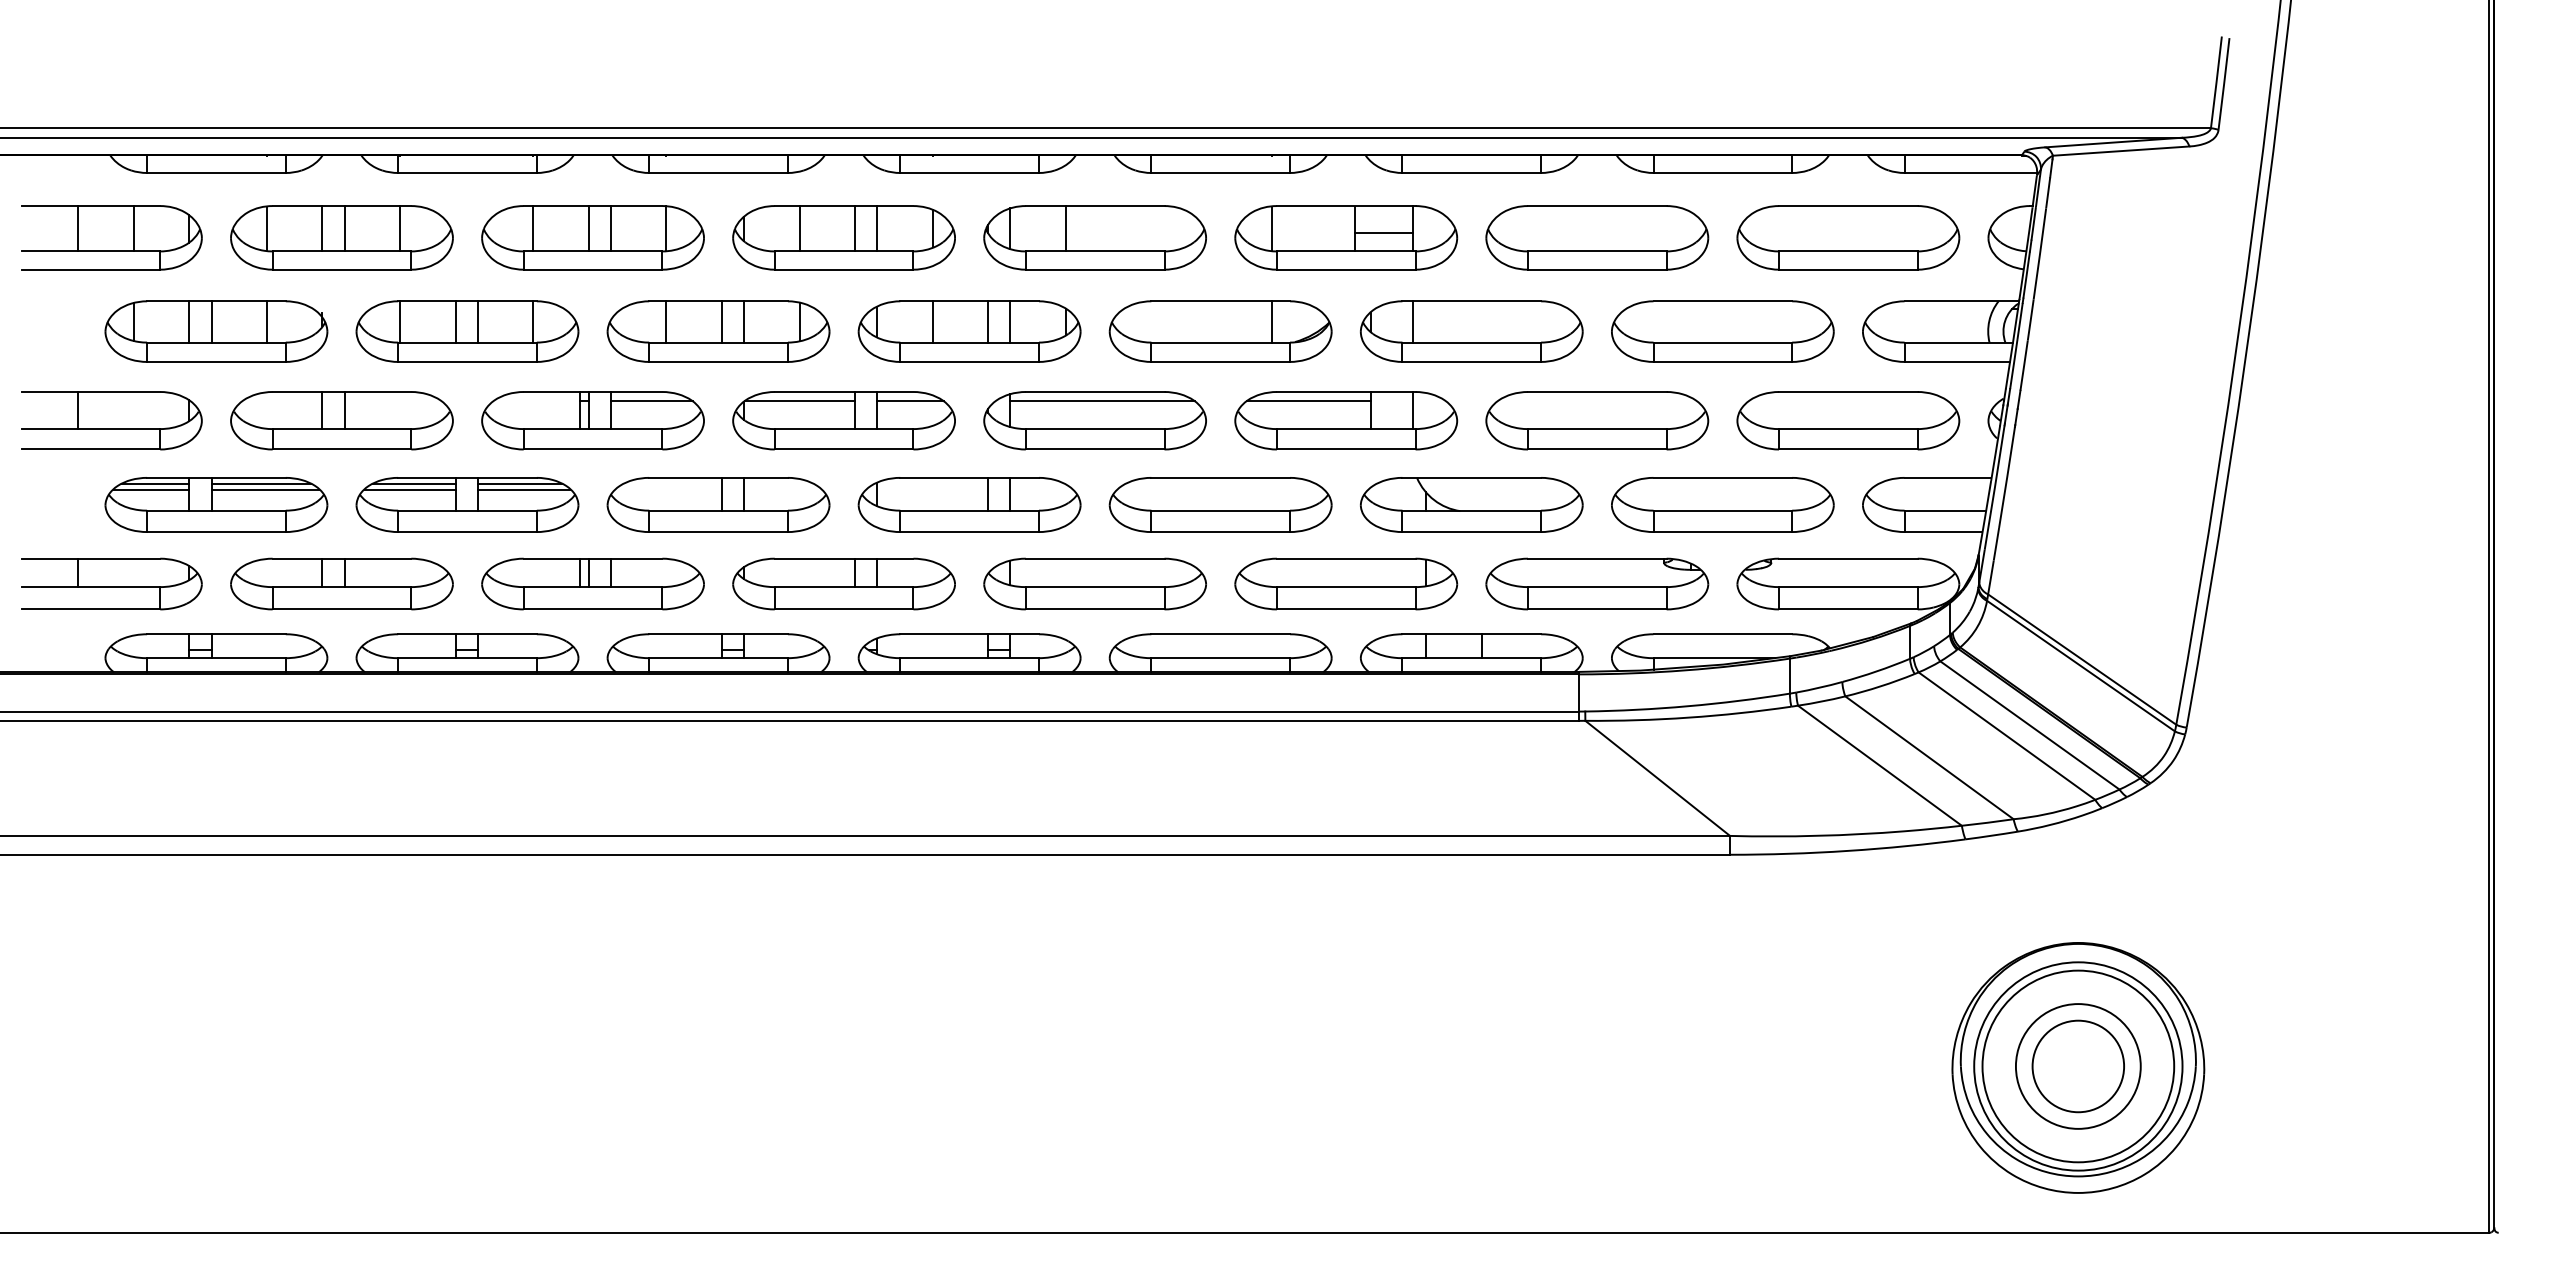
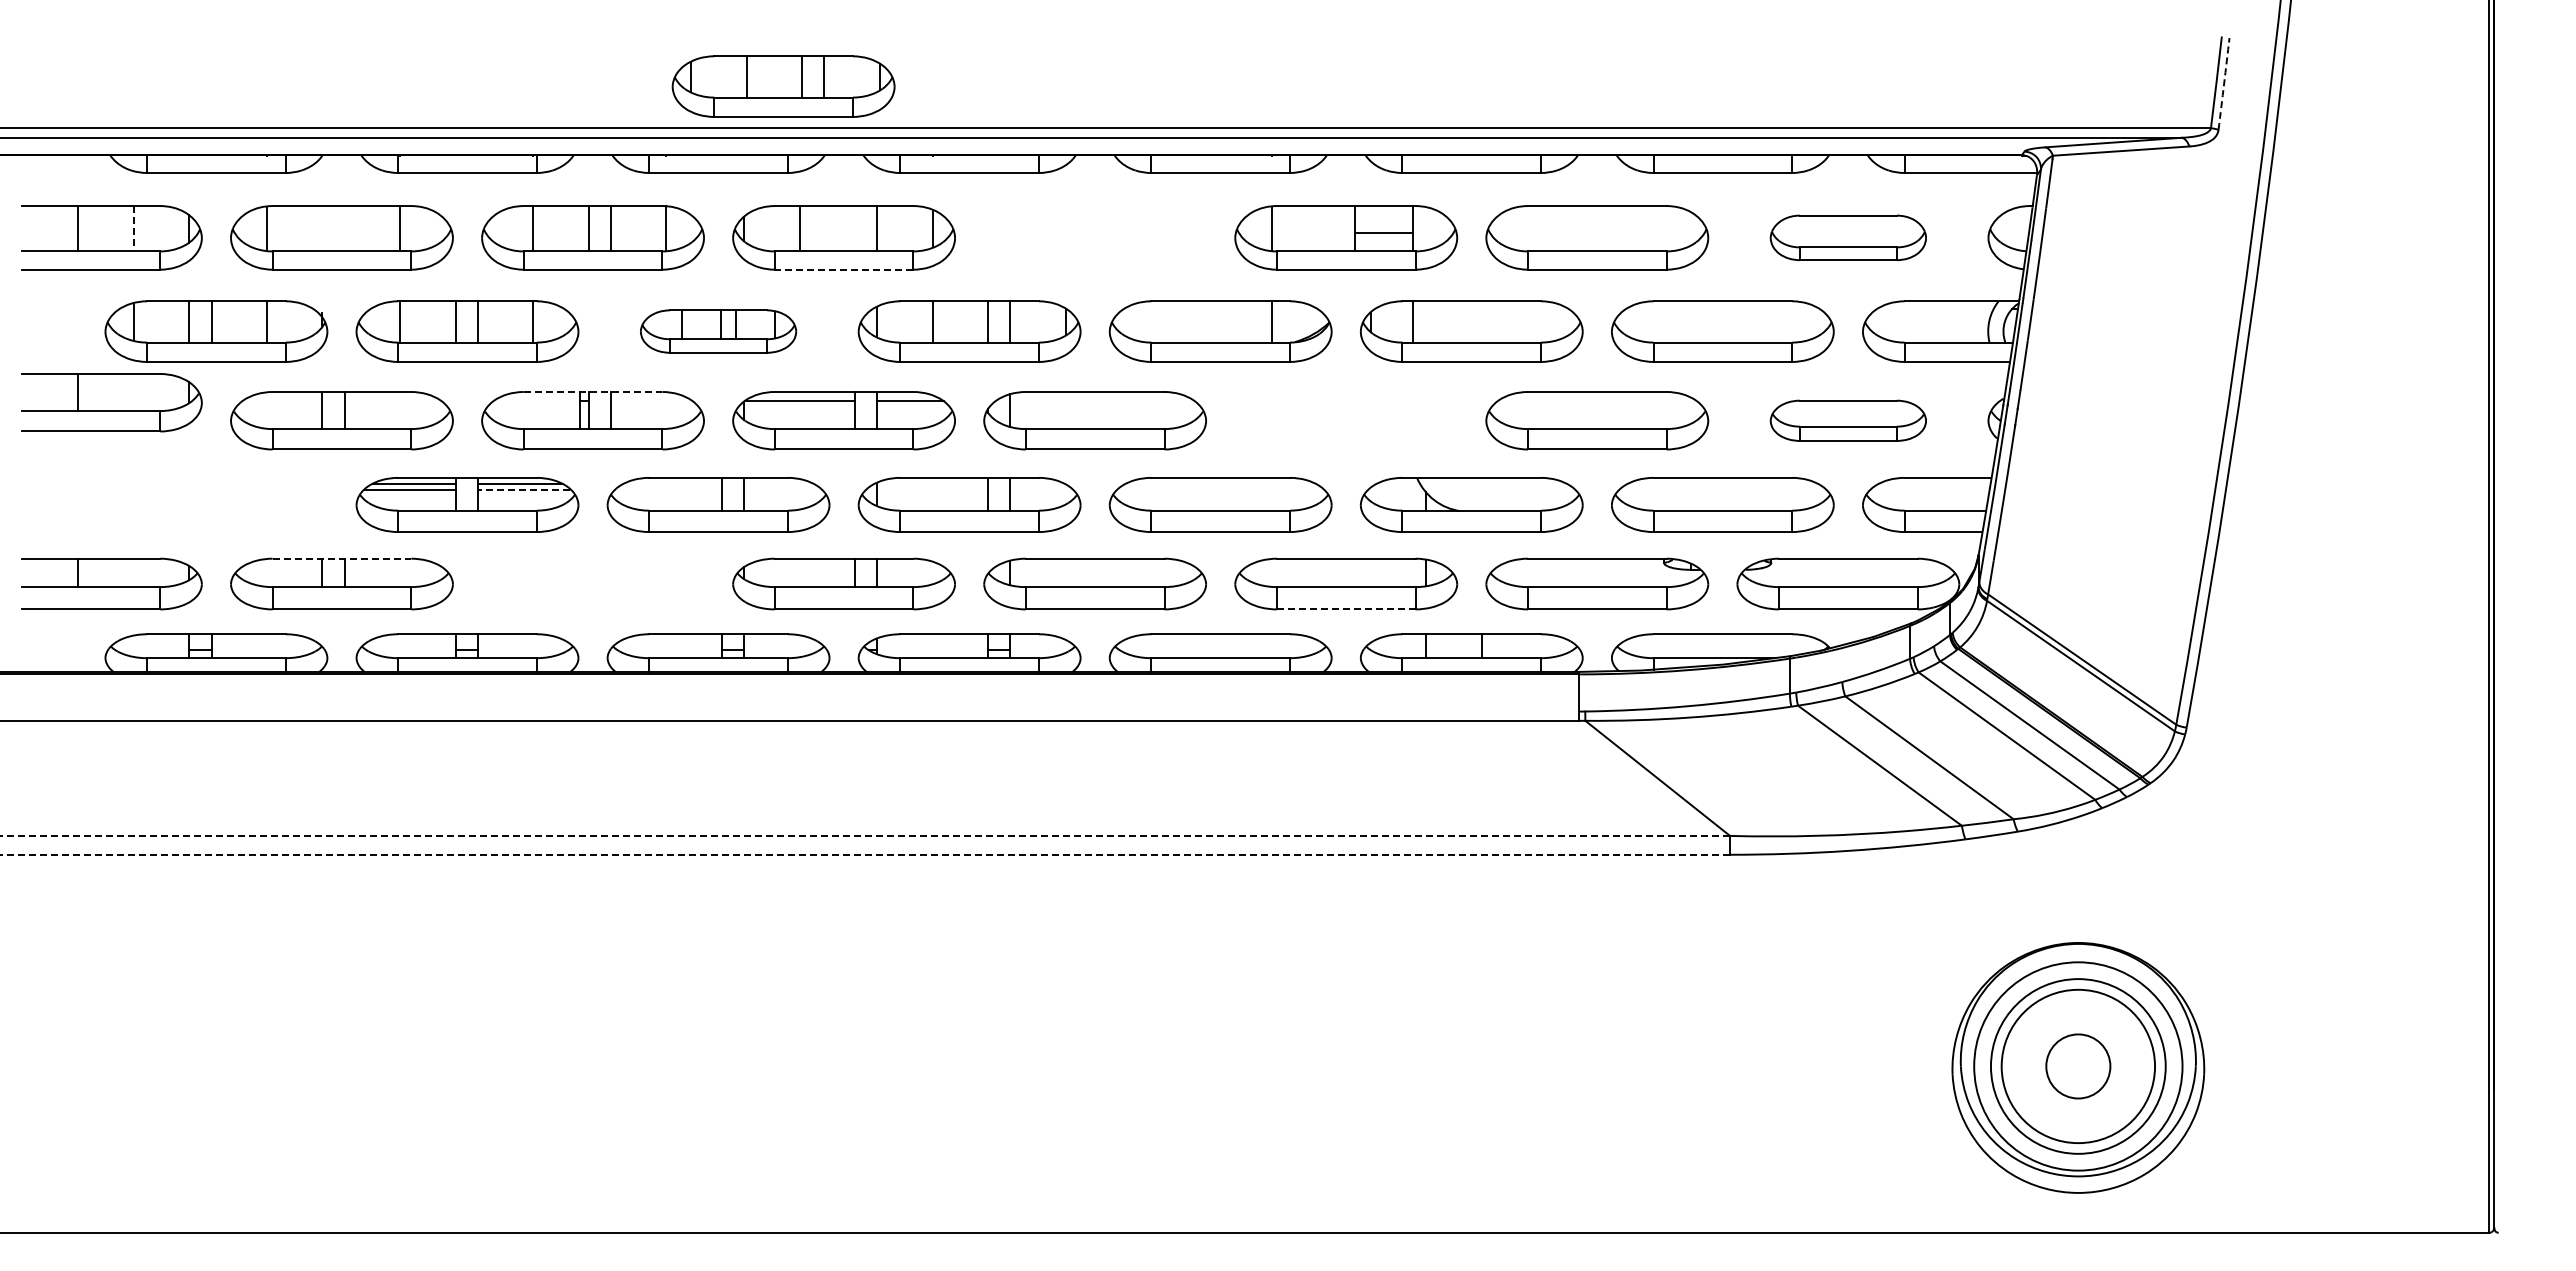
arc at (2224, 84): solid -> dashed
part at (783, 86): none -> present
line at (133, 228): solid -> dashed
line at (322, 228): present -> none
line at (344, 228): present -> none
line at (855, 228): present -> none
part at (1094, 237): present -> none
part at (1848, 237) size: 225x66 px -> 158x48 px
line at (843, 269): solid -> dashed
part at (718, 331) size: 225x63 px -> 158x45 px
line at (593, 391): solid -> dashed
line at (651, 401): present -> none
line at (1102, 401): present -> none
part at (111, 420) position: (111, 420) -> (111, 402)
part at (1346, 420): present -> none
part at (1848, 420) size: 225x60 px -> 158x43 px
line at (523, 489): solid -> dashed
part at (216, 504): present -> none
line at (342, 558): solid -> dashed
part at (592, 583): present -> none
line at (1345, 609): solid -> dashed
line at (790, 711): present -> none
line at (865, 835): solid -> dashed
line at (865, 854): solid -> dashed
circle at (2077, 1066) diameter: 125 px -> 175 px
circle at (2078, 1066) diameter: 192 px -> 153 px
circle at (2078, 1066) diameter: 92 px -> 64 px
